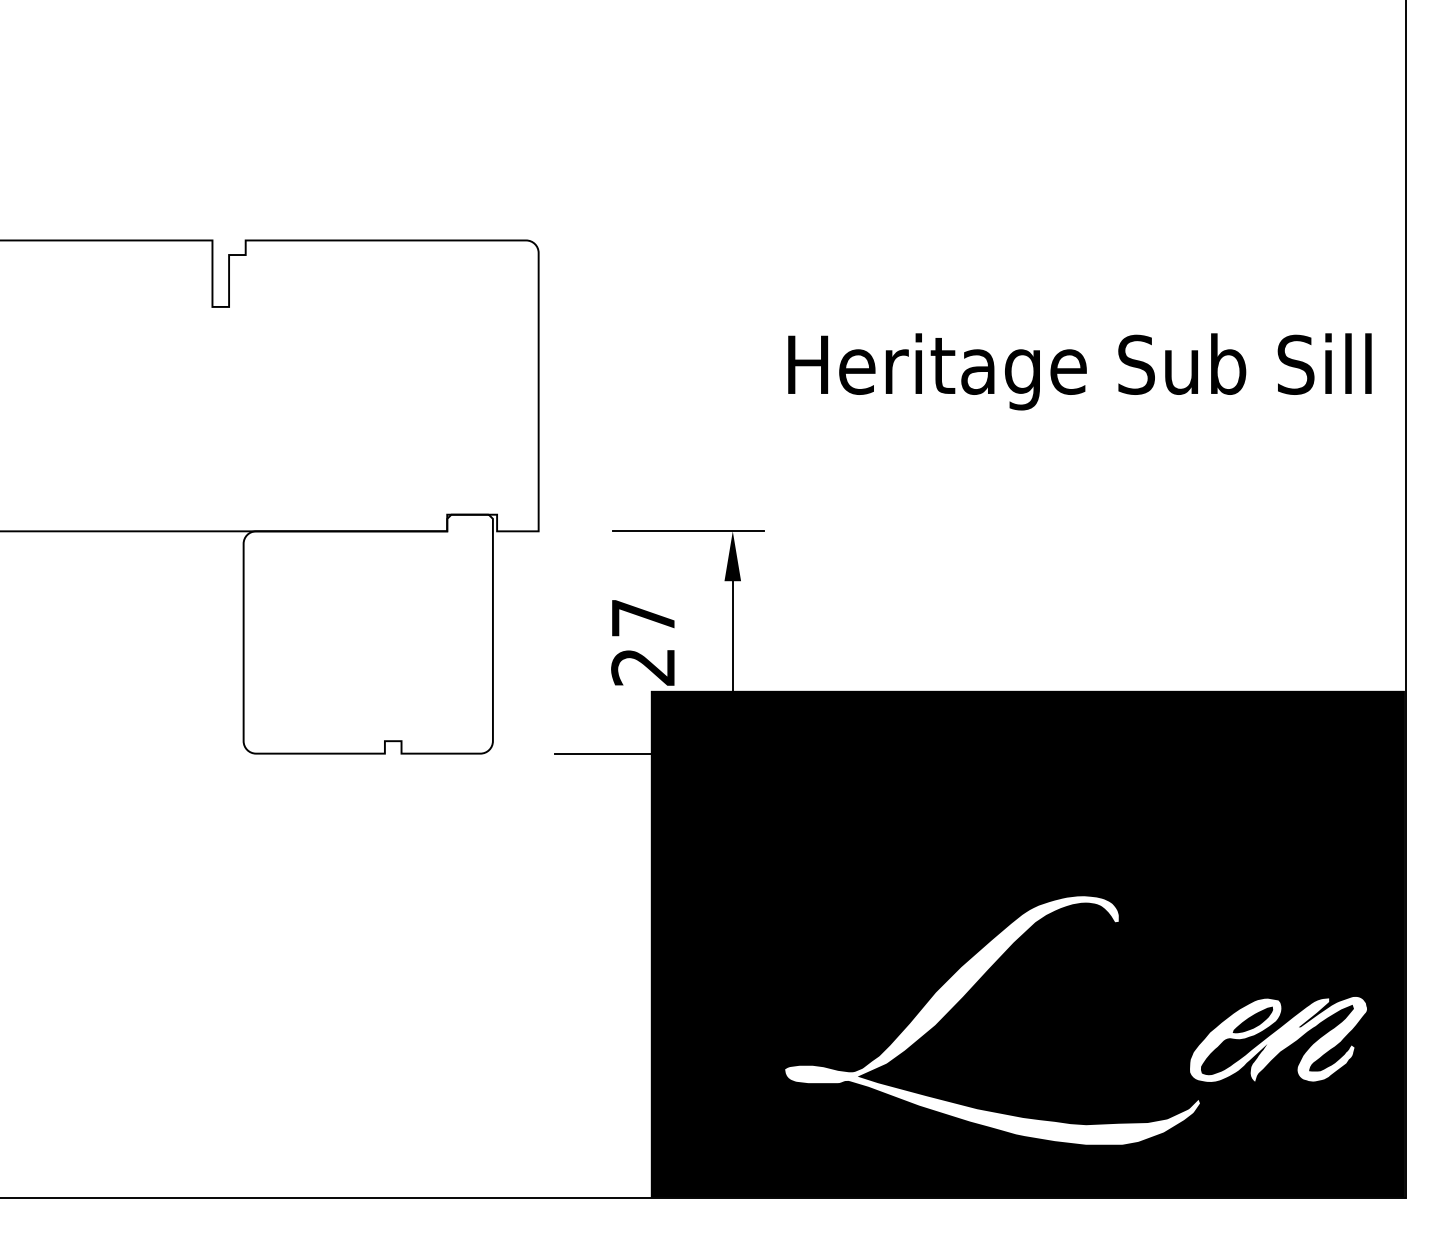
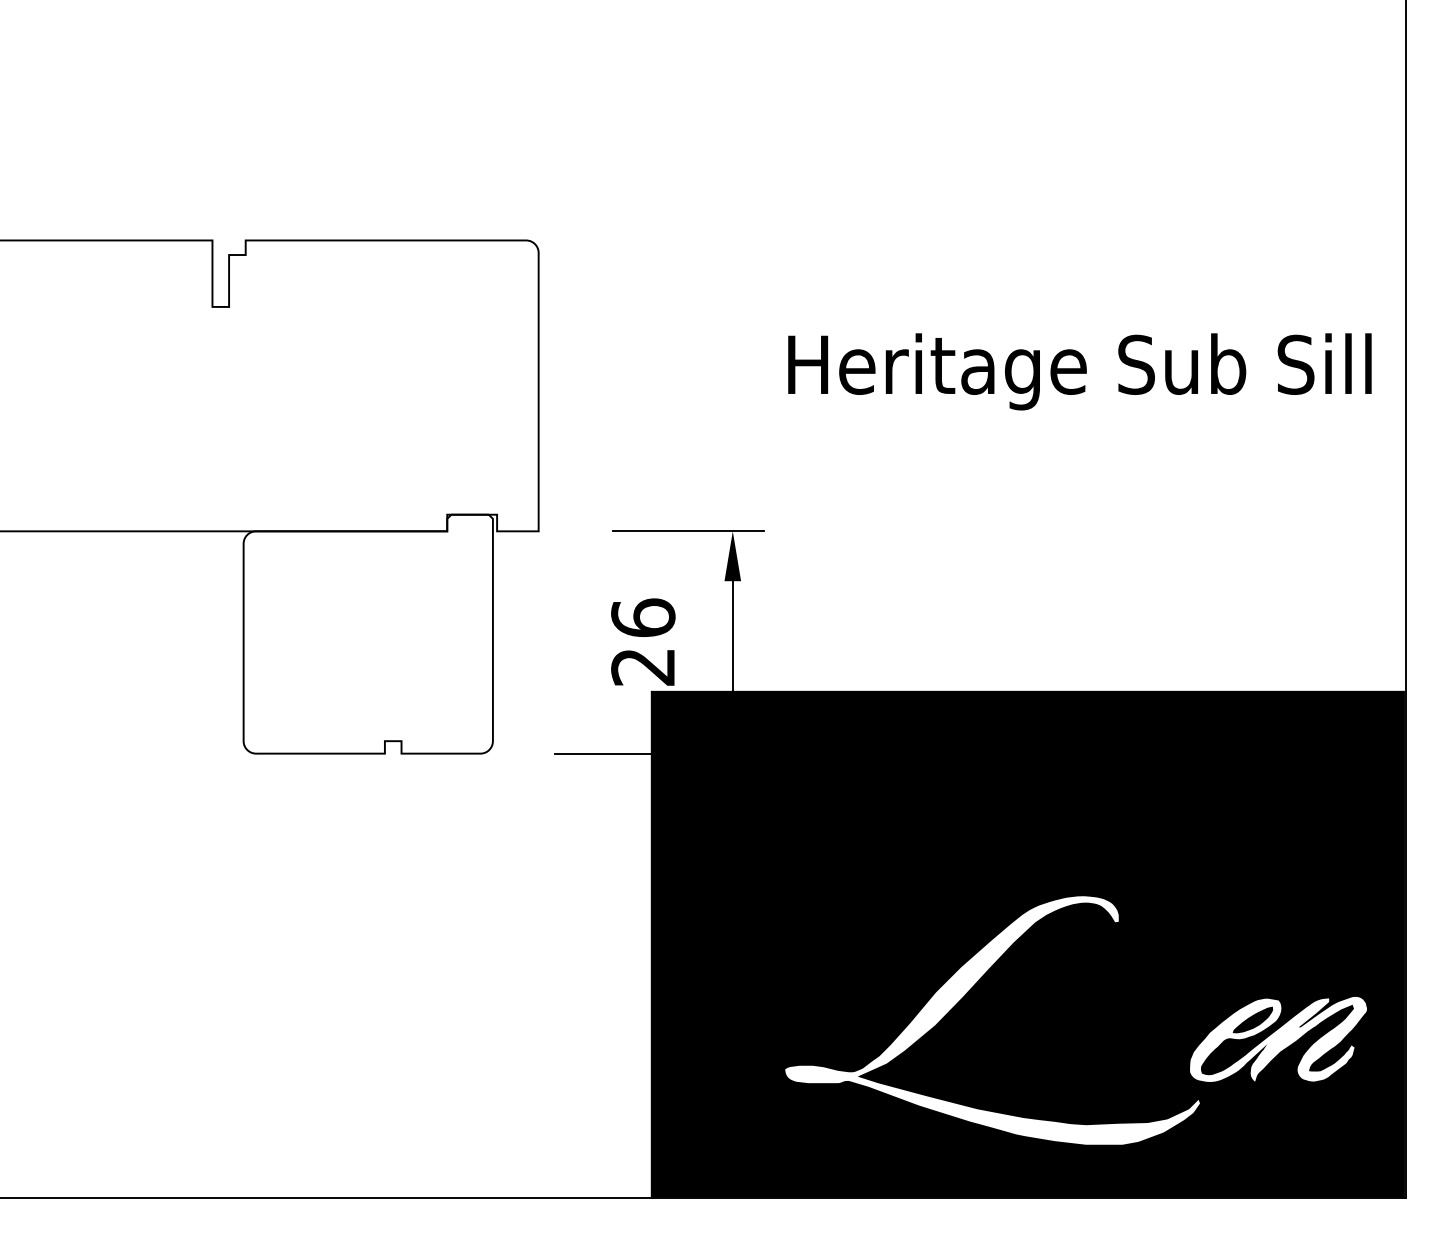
text at (643, 617): 27 -> 26
